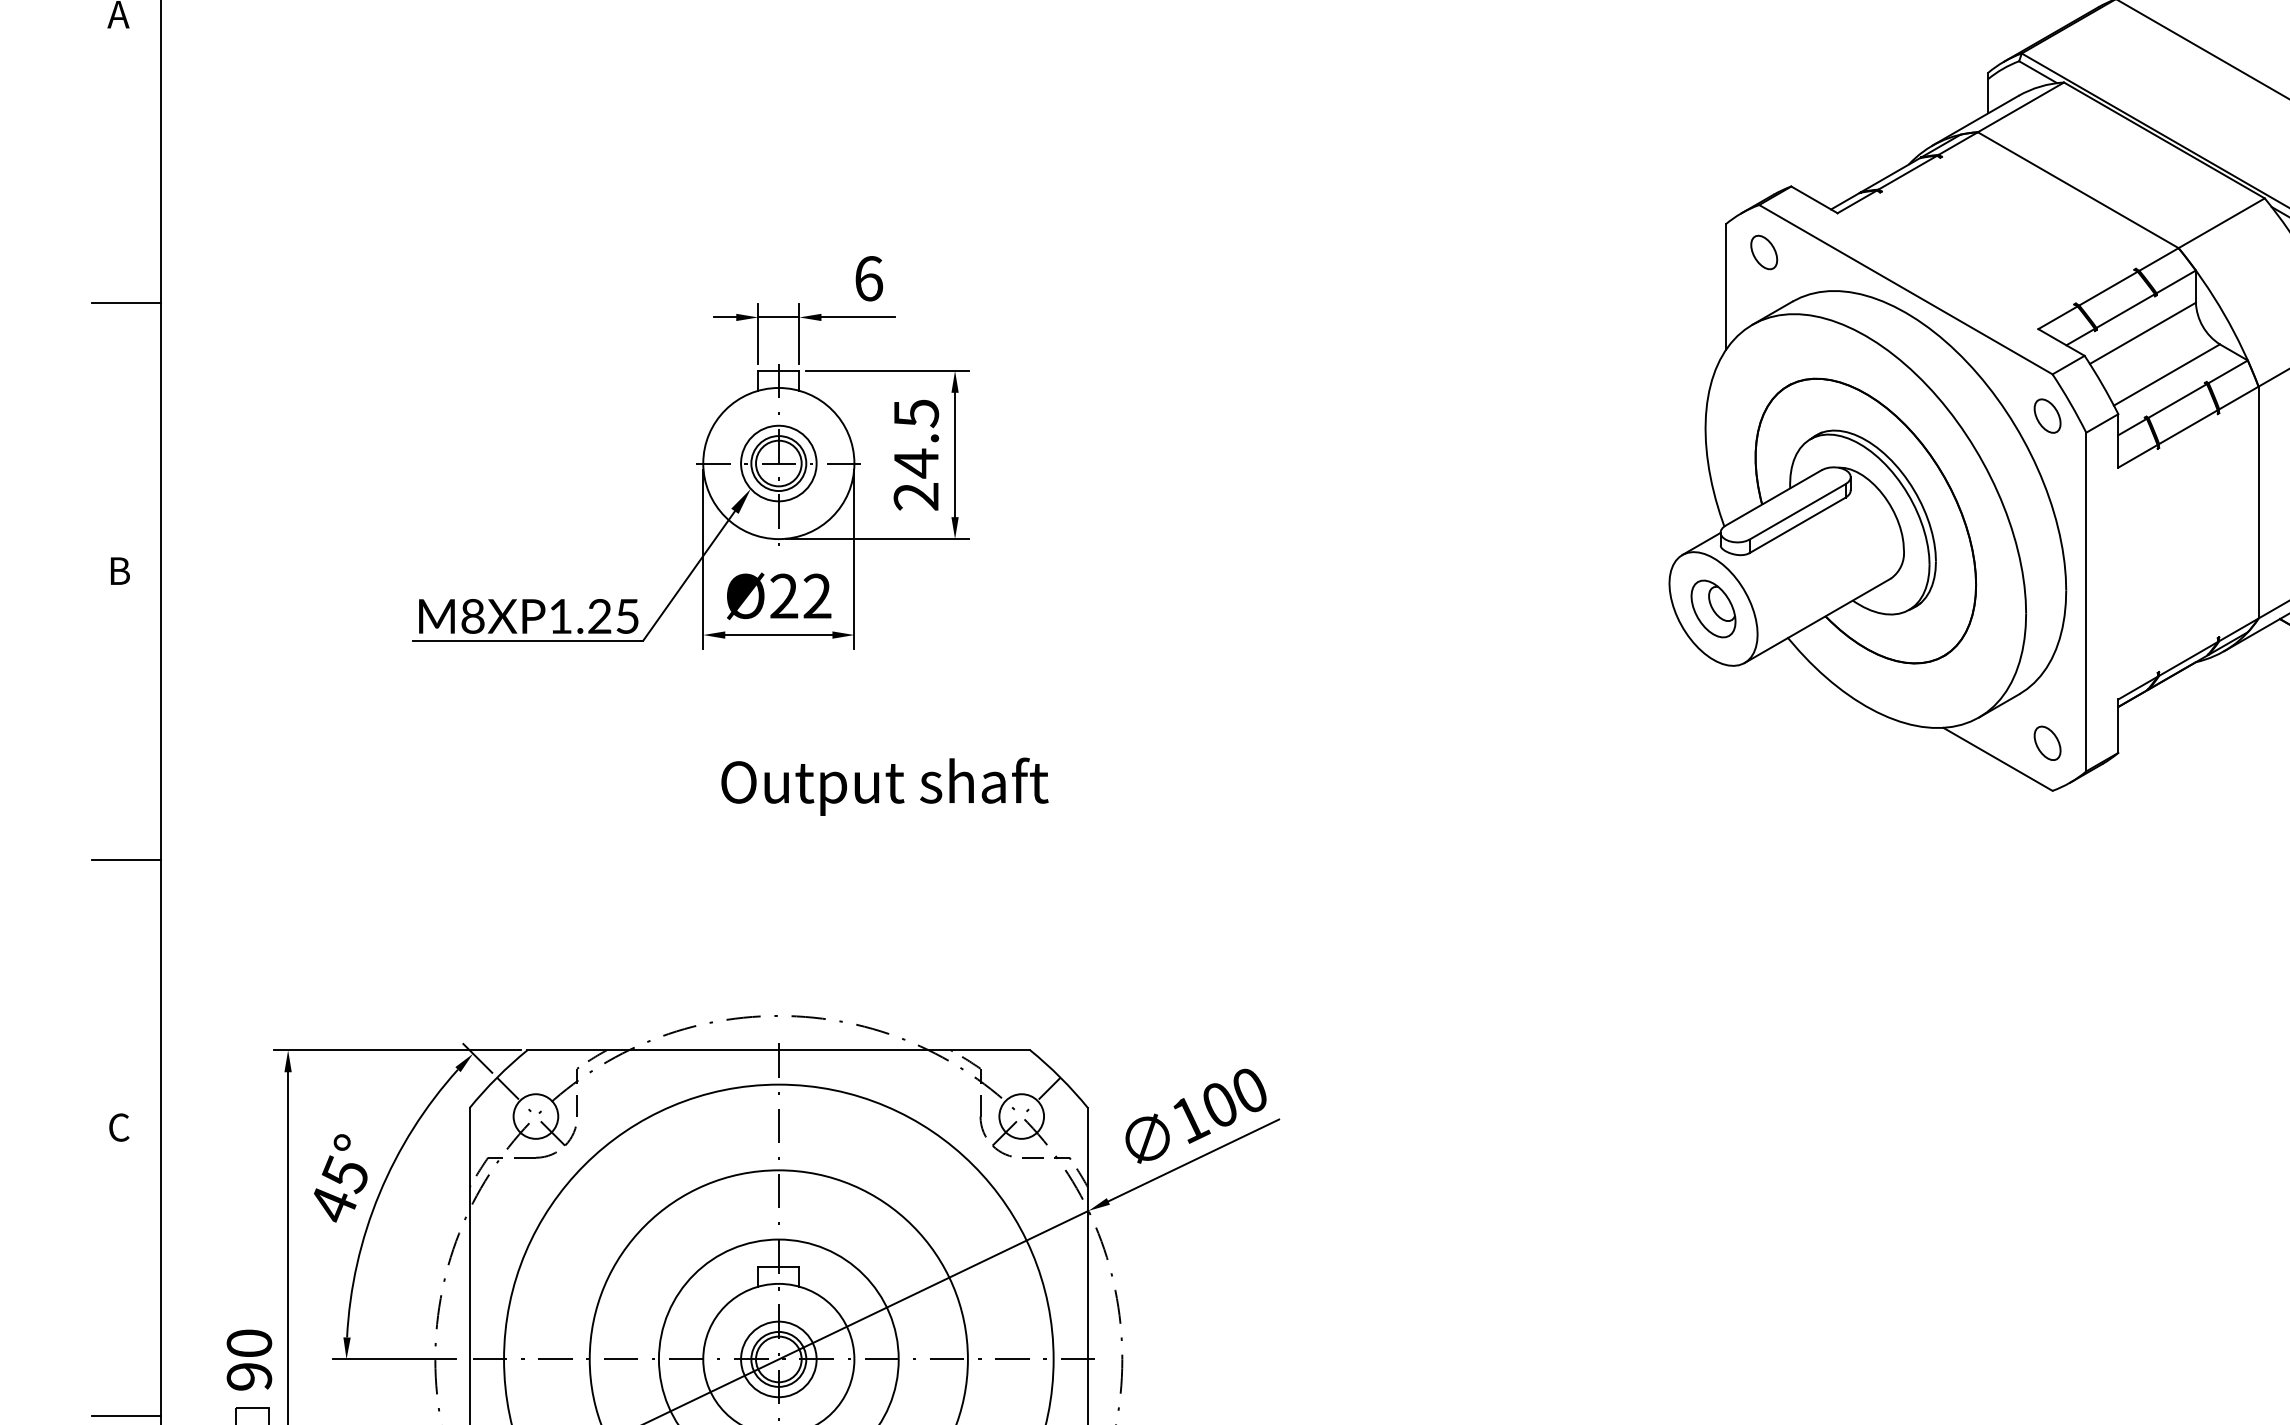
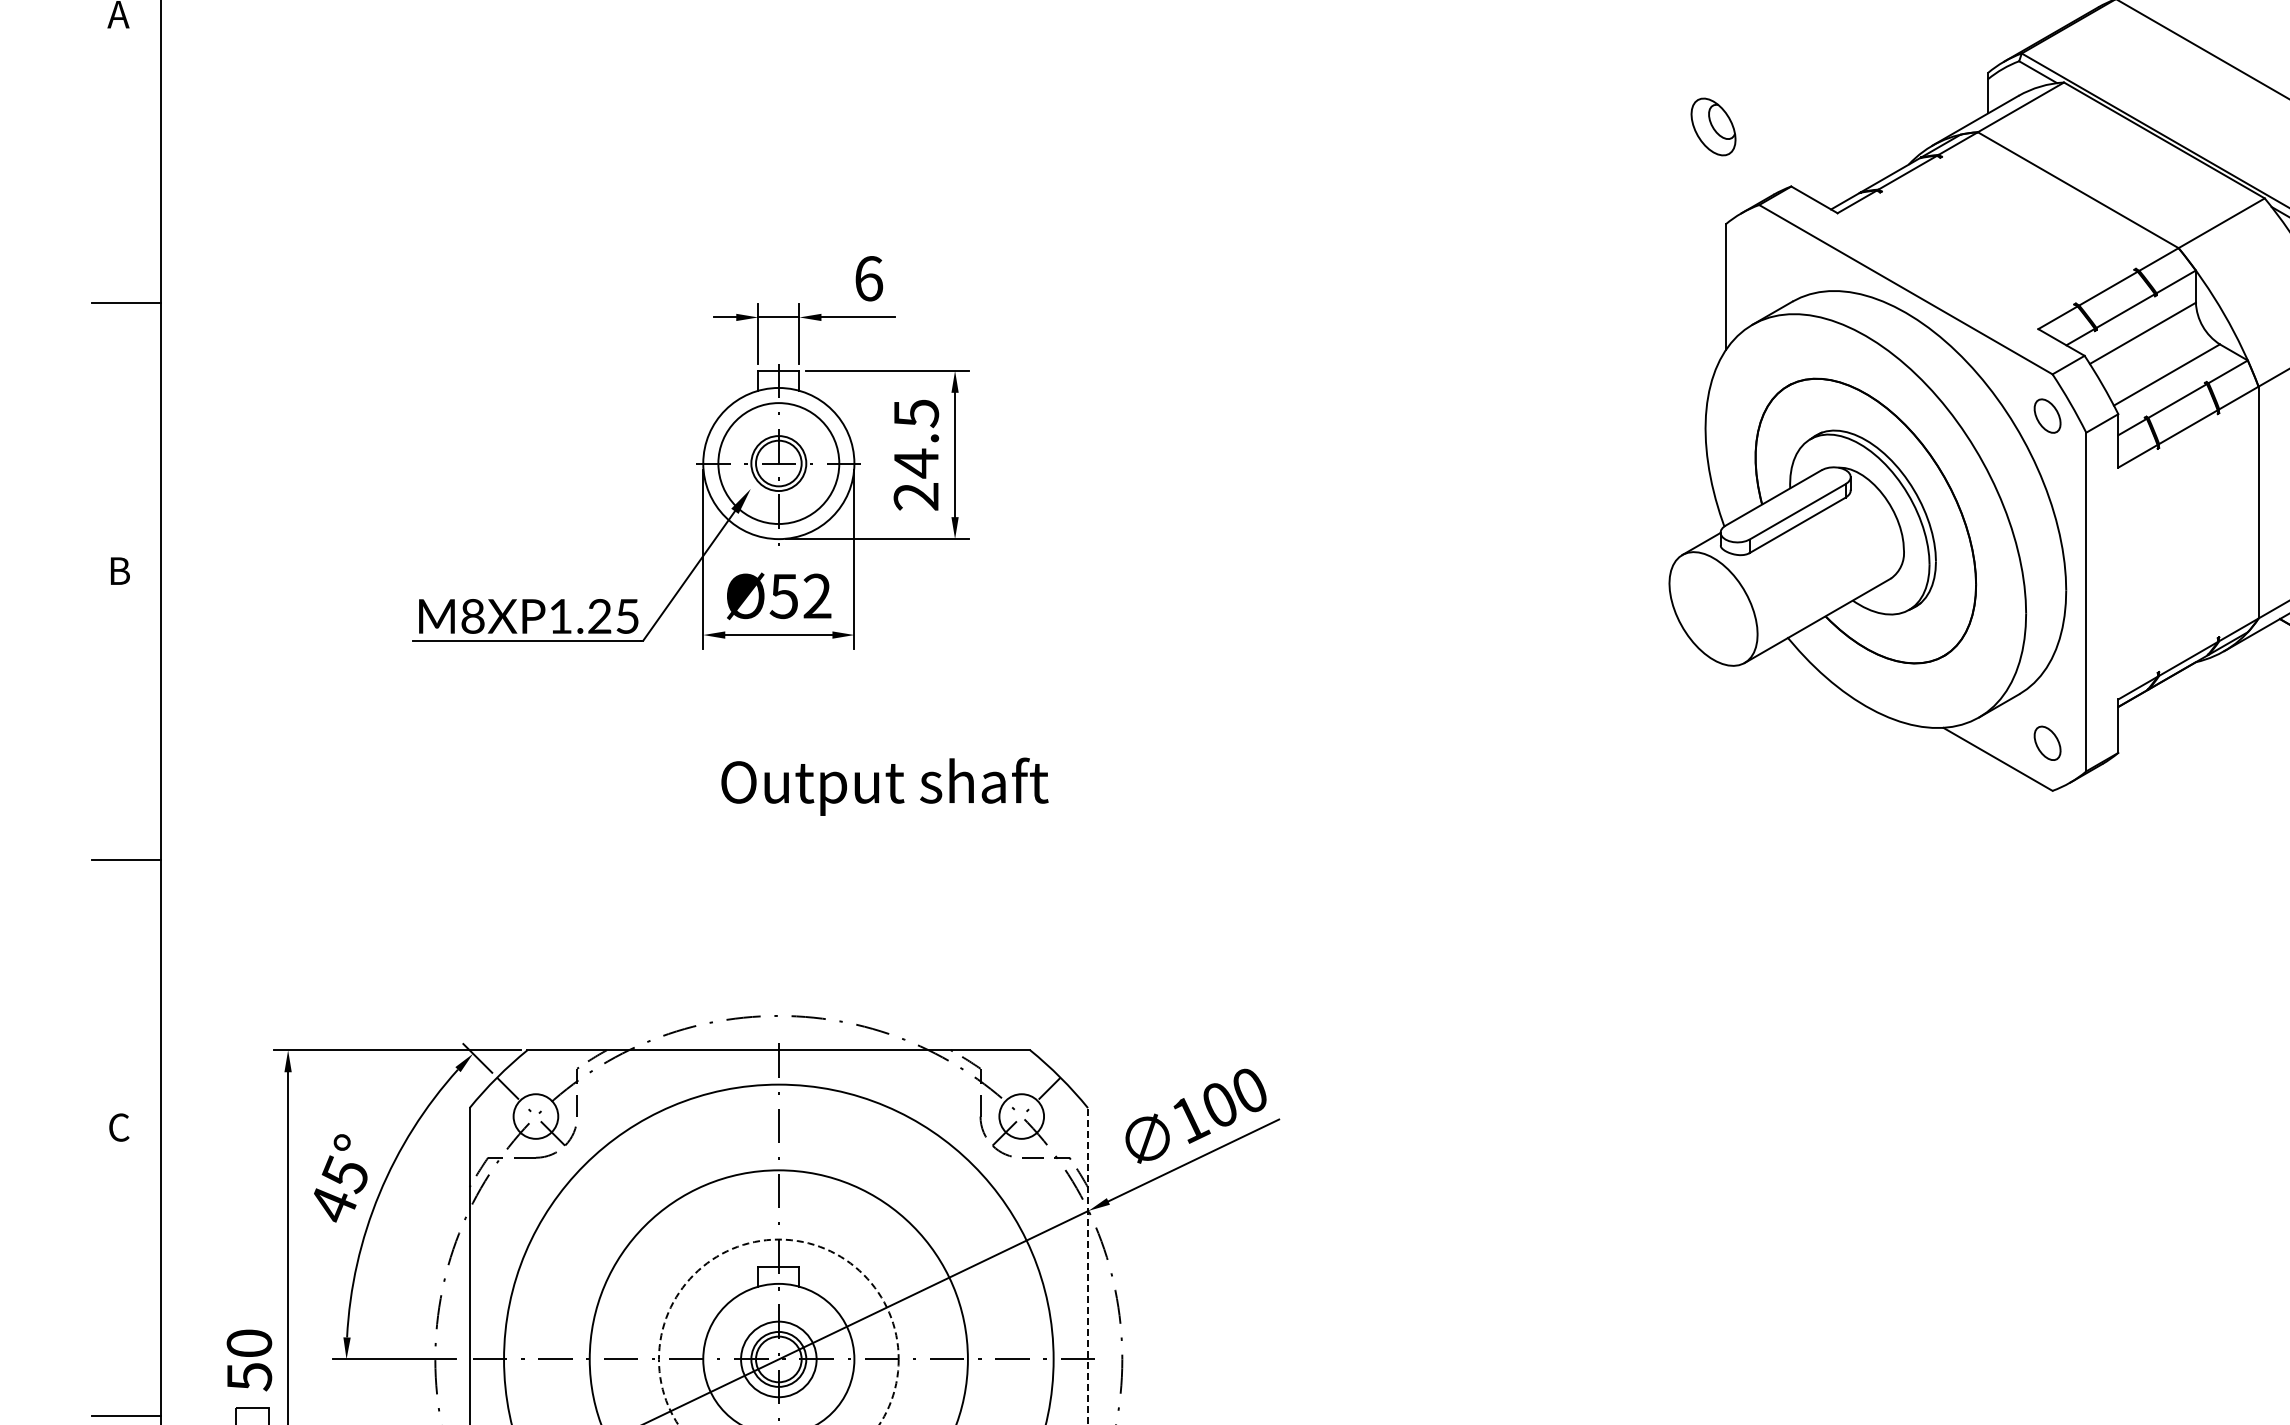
part at (1764, 252): present -> none
circle at (778, 463) diameter: 76 px -> 121 px
text at (783, 596): Ø22 -> Ø52
part at (1713, 608) position: (1713, 608) -> (1713, 126)
line at (1087, 1265): solid -> dashed
circle at (778, 1331): solid -> dashed
text at (249, 1377): 90 -> 50
